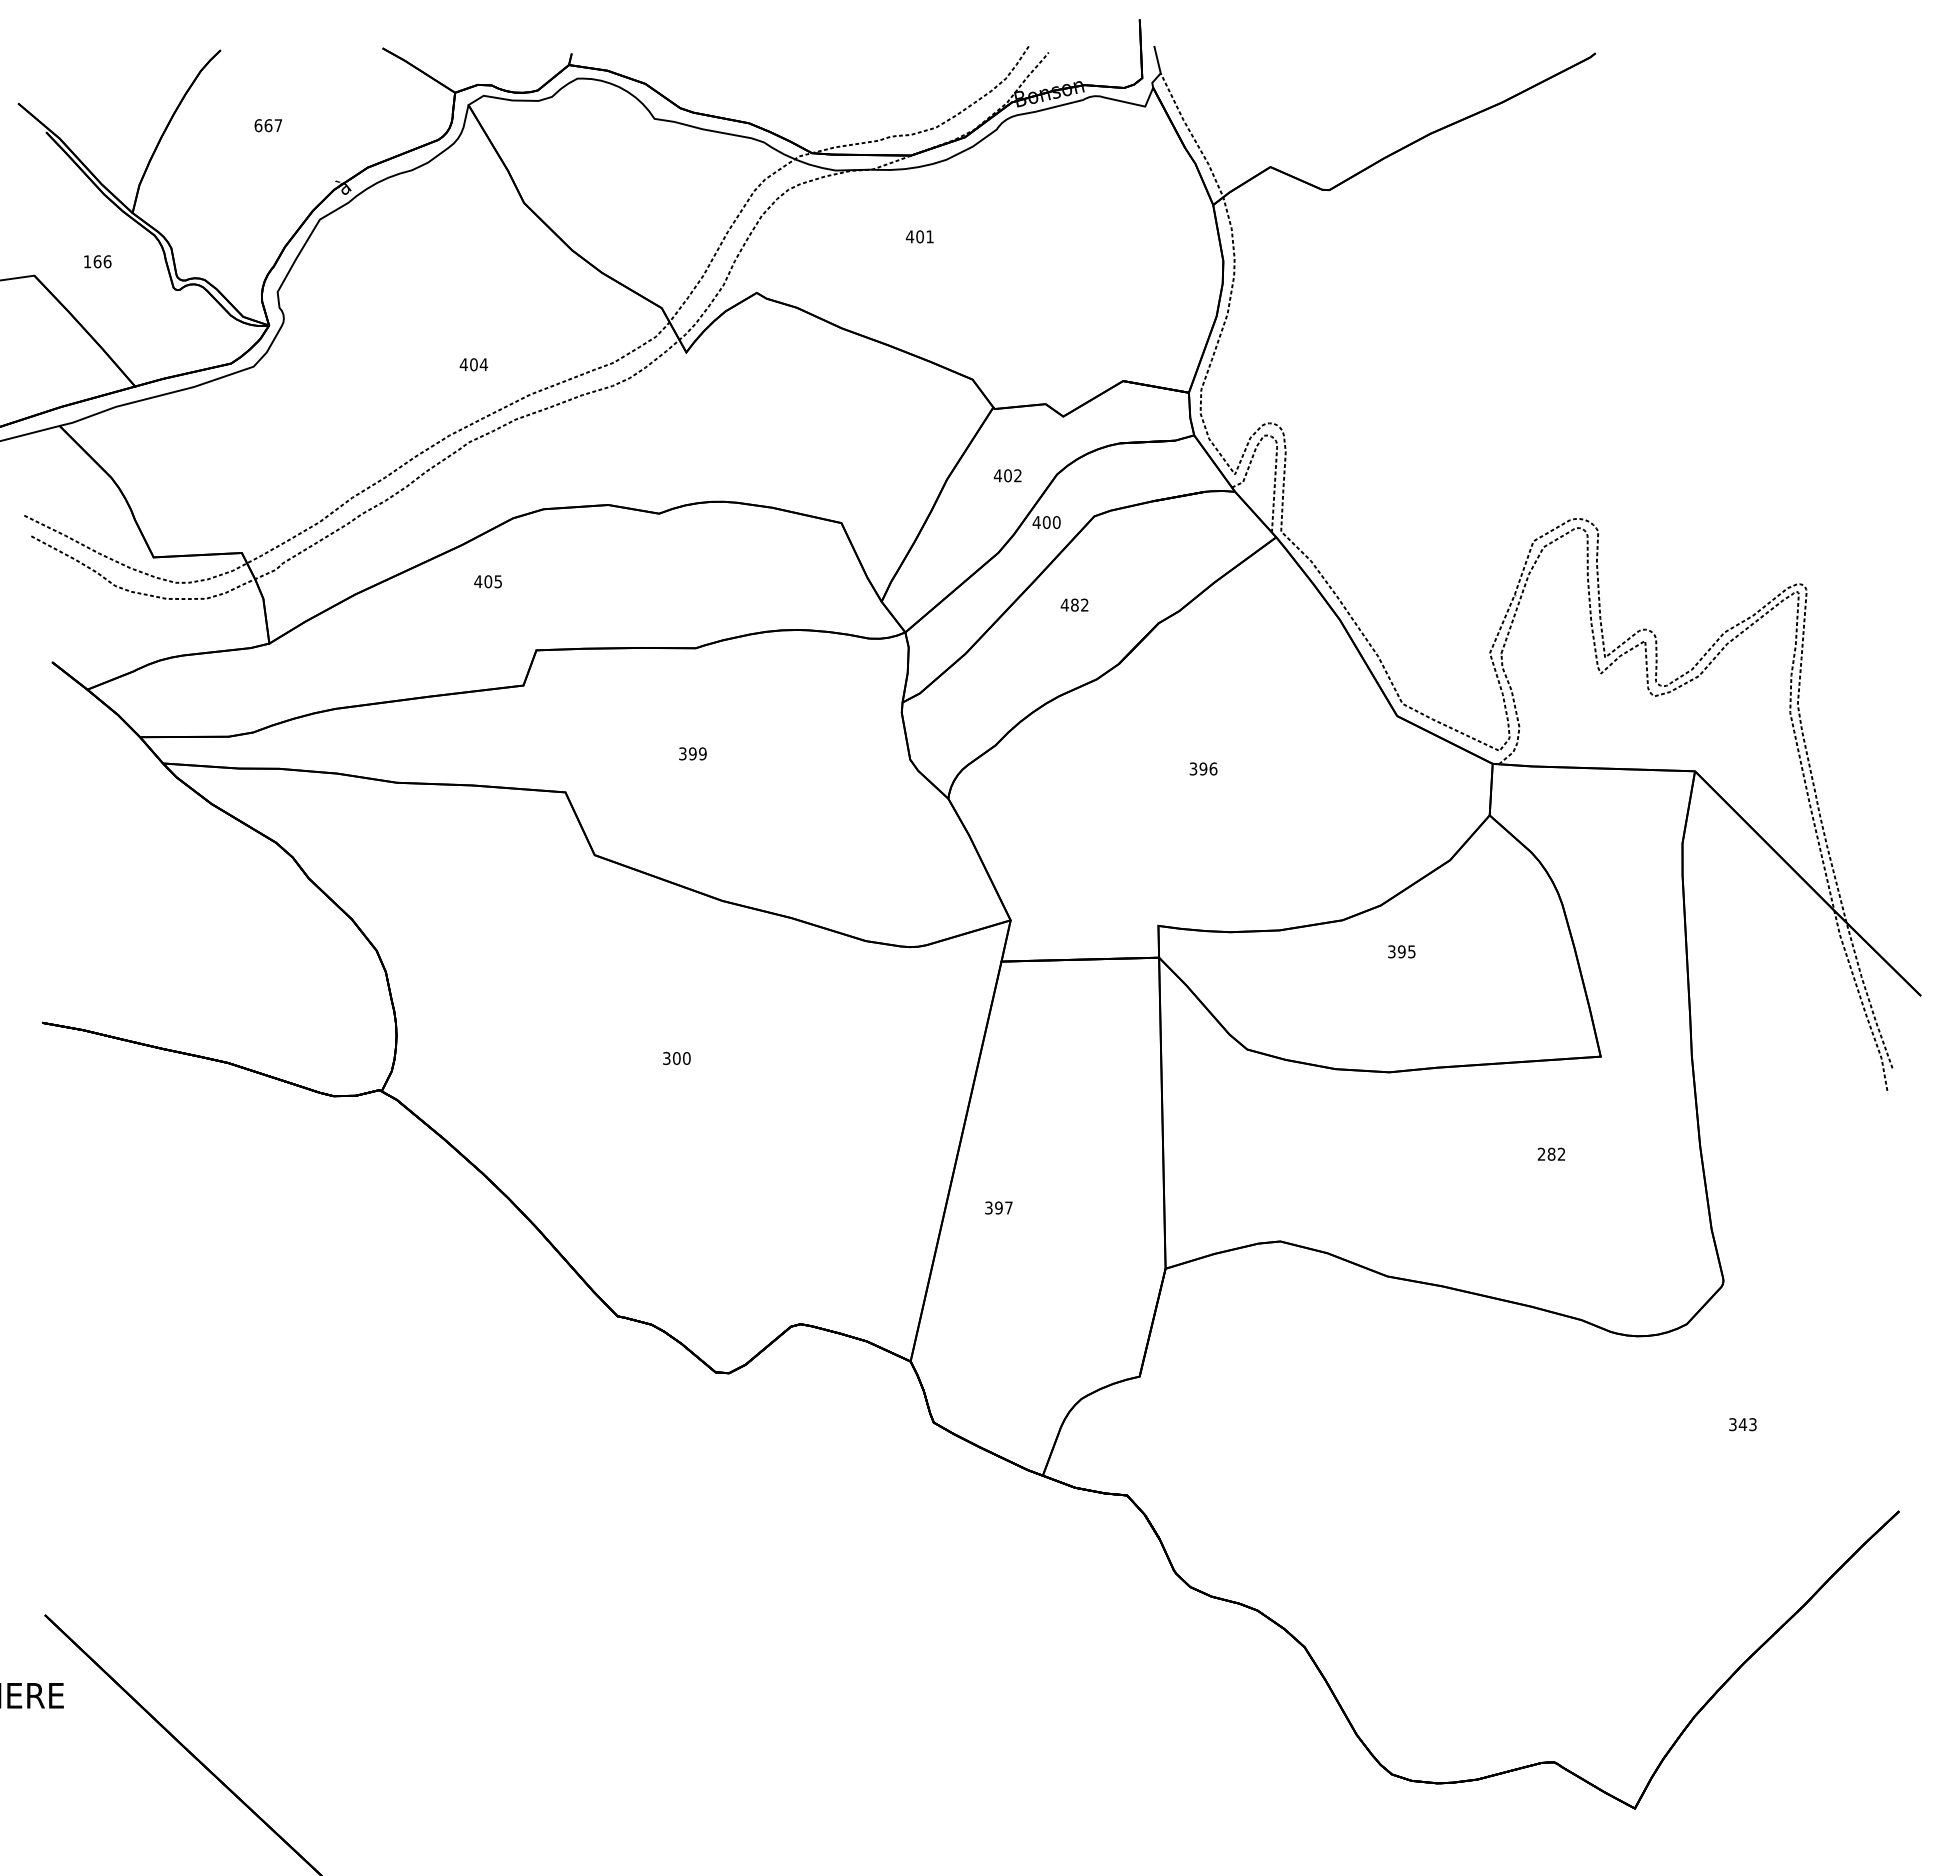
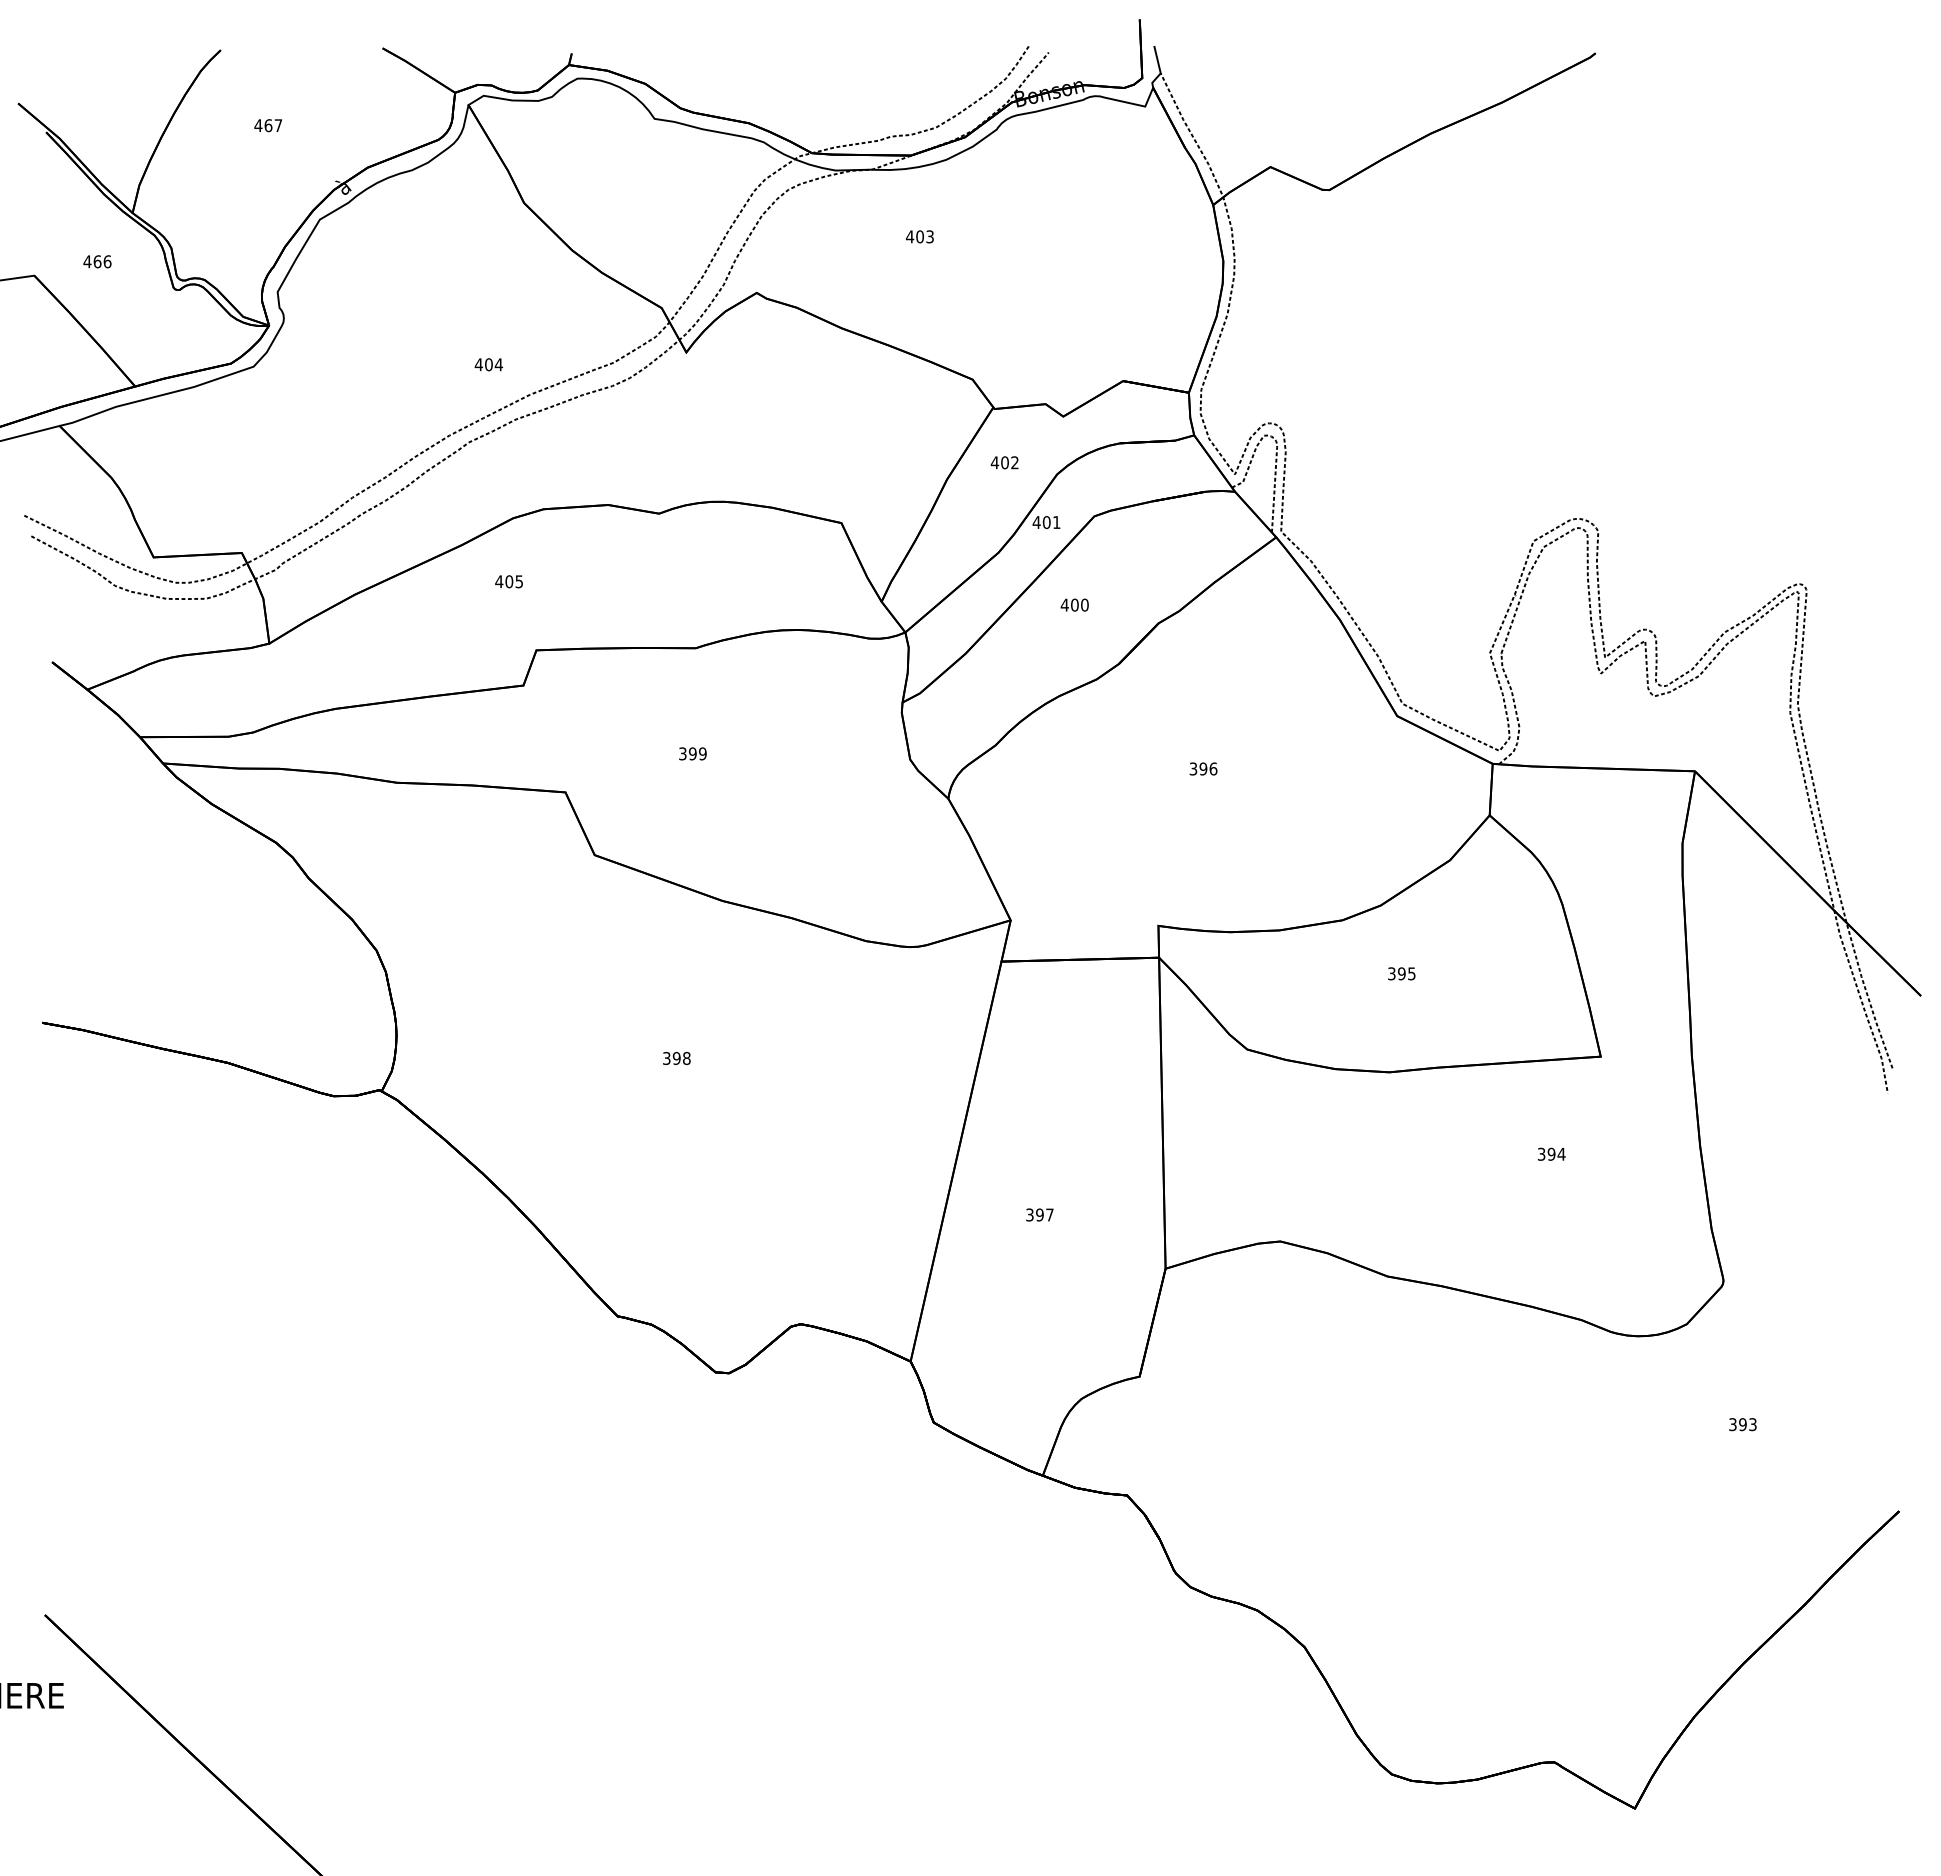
text at (258, 125): 667 -> 467
text at (929, 236): 401 -> 403
text at (87, 261): 166 -> 466
text at (473, 364) position: (473, 364) -> (488, 364)
text at (1007, 475) position: (1007, 475) -> (1004, 462)
text at (1056, 522): 400 -> 401
text at (487, 581) position: (487, 581) -> (508, 581)
text at (1079, 604): 482 -> 400
text at (1401, 951) position: (1401, 951) -> (1401, 973)
text at (681, 1058): 300 -> 398
text at (1551, 1153): 282 -> 394
text at (998, 1207) position: (998, 1207) -> (1039, 1214)
text at (1742, 1424): 343 -> 393
